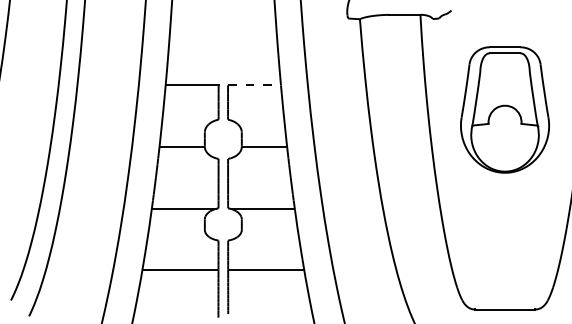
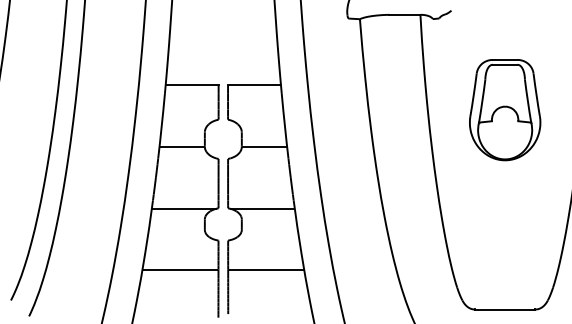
line at (255, 85): dashed -> solid
part at (504, 109) size: 90x128 px -> 73x103 px
